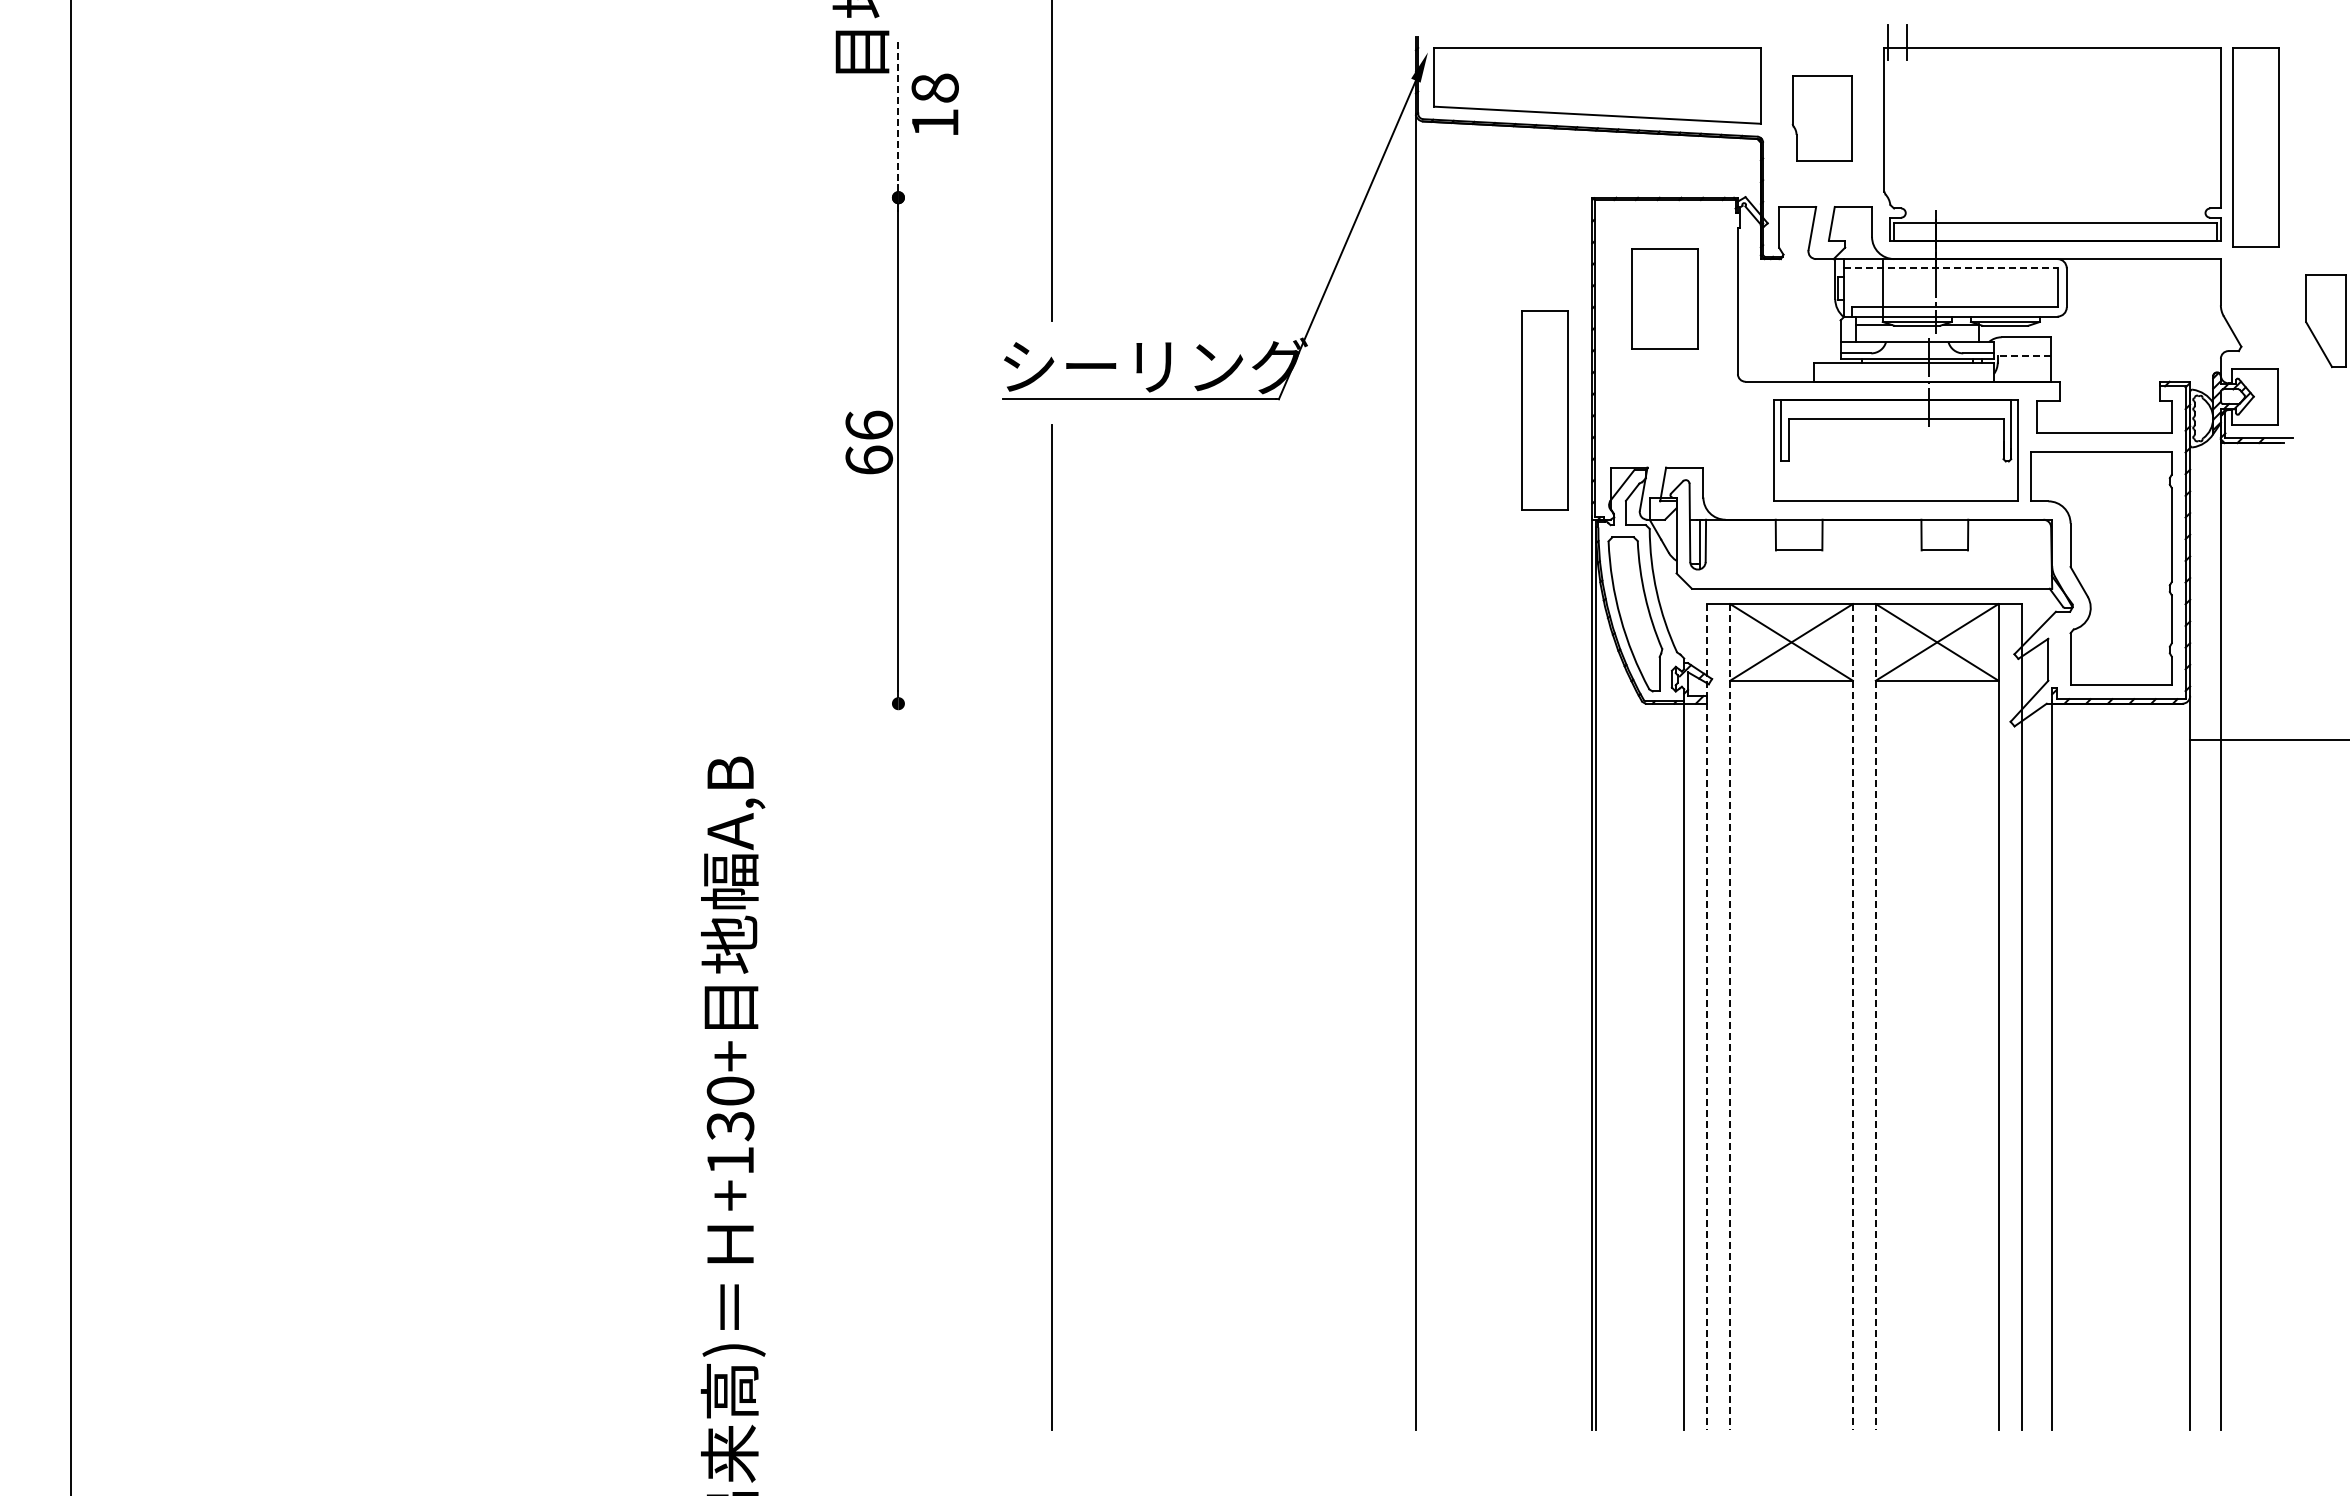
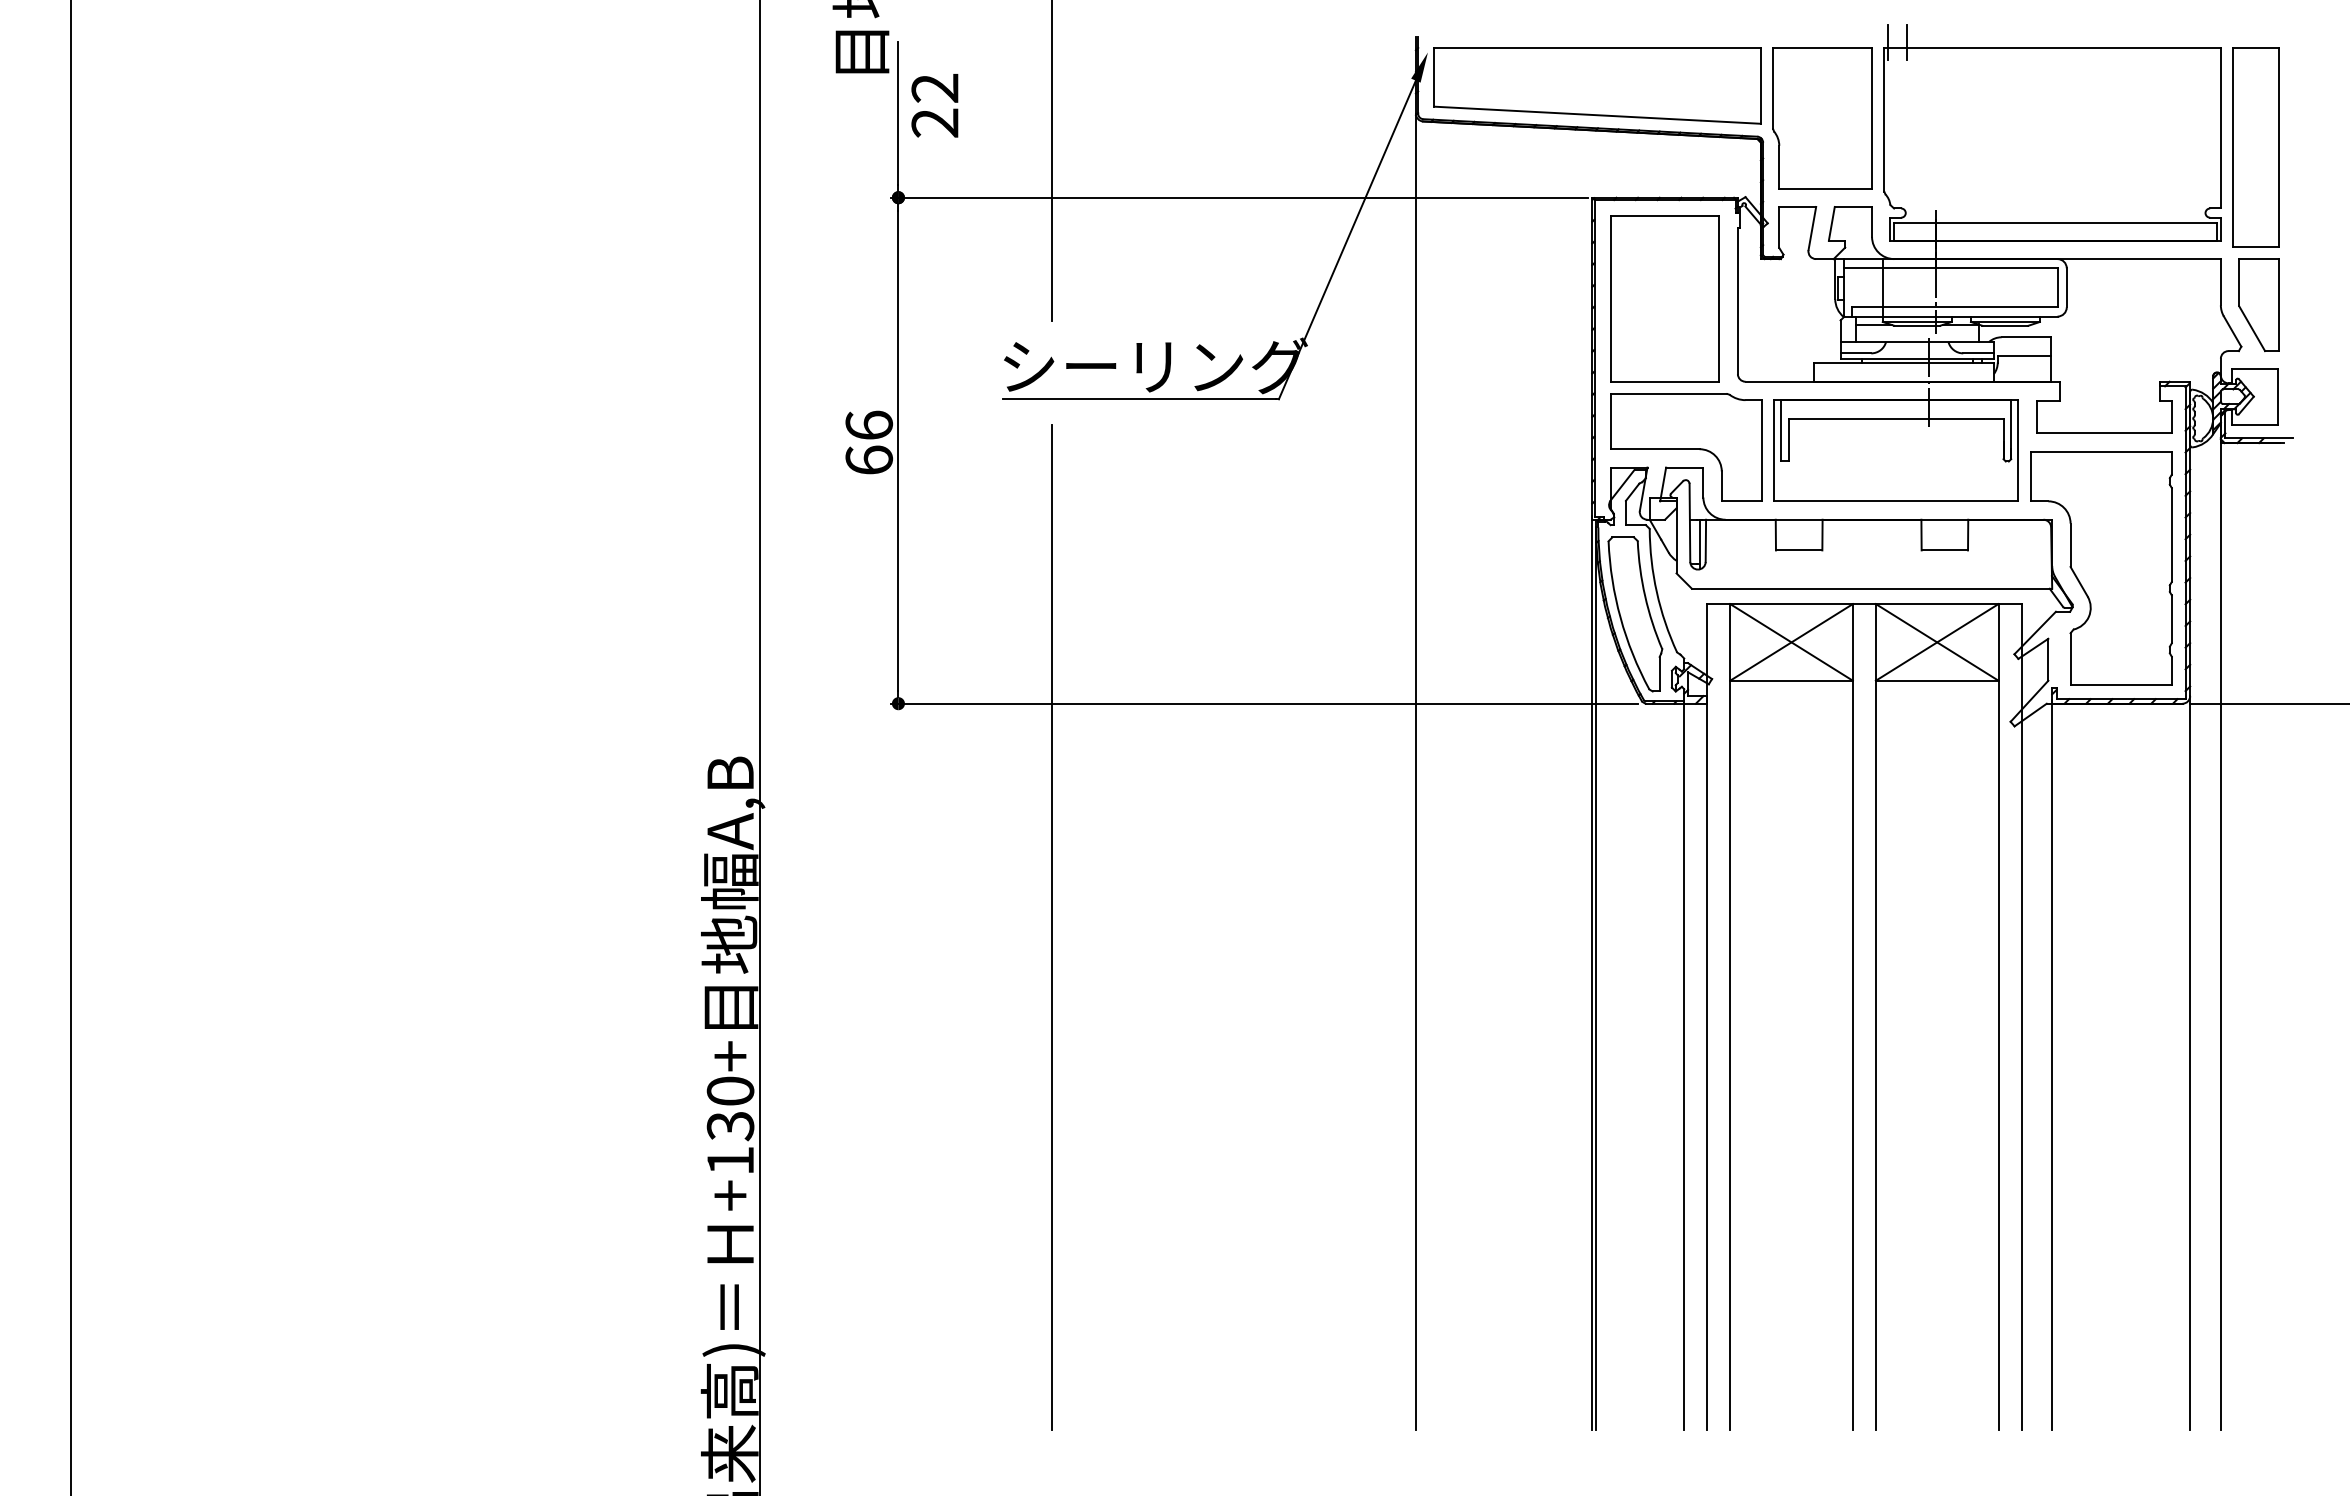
text at (934, 105): 18 -> 22
line at (898, 113): dashed -> solid
part at (1821, 118) size: 62x87 px -> 101x143 px
line at (1239, 197): none -> present
line at (1951, 268): dashed -> solid
part at (1664, 298) size: 68x102 px -> 110x168 px
part at (2325, 321) position: (2325, 321) -> (2258, 305)
line at (2024, 356): dashed -> solid
part at (1544, 410): present -> none
part at (1686, 447): none -> present
line at (1263, 703): none -> present
line at (2268, 739) position: (2268, 739) -> (2268, 703)
line at (760, 747): none -> present
line at (1707, 1016): dashed -> solid
line at (1730, 1016): dashed -> solid
line at (1852, 1016): dashed -> solid
line at (1875, 1016): dashed -> solid
